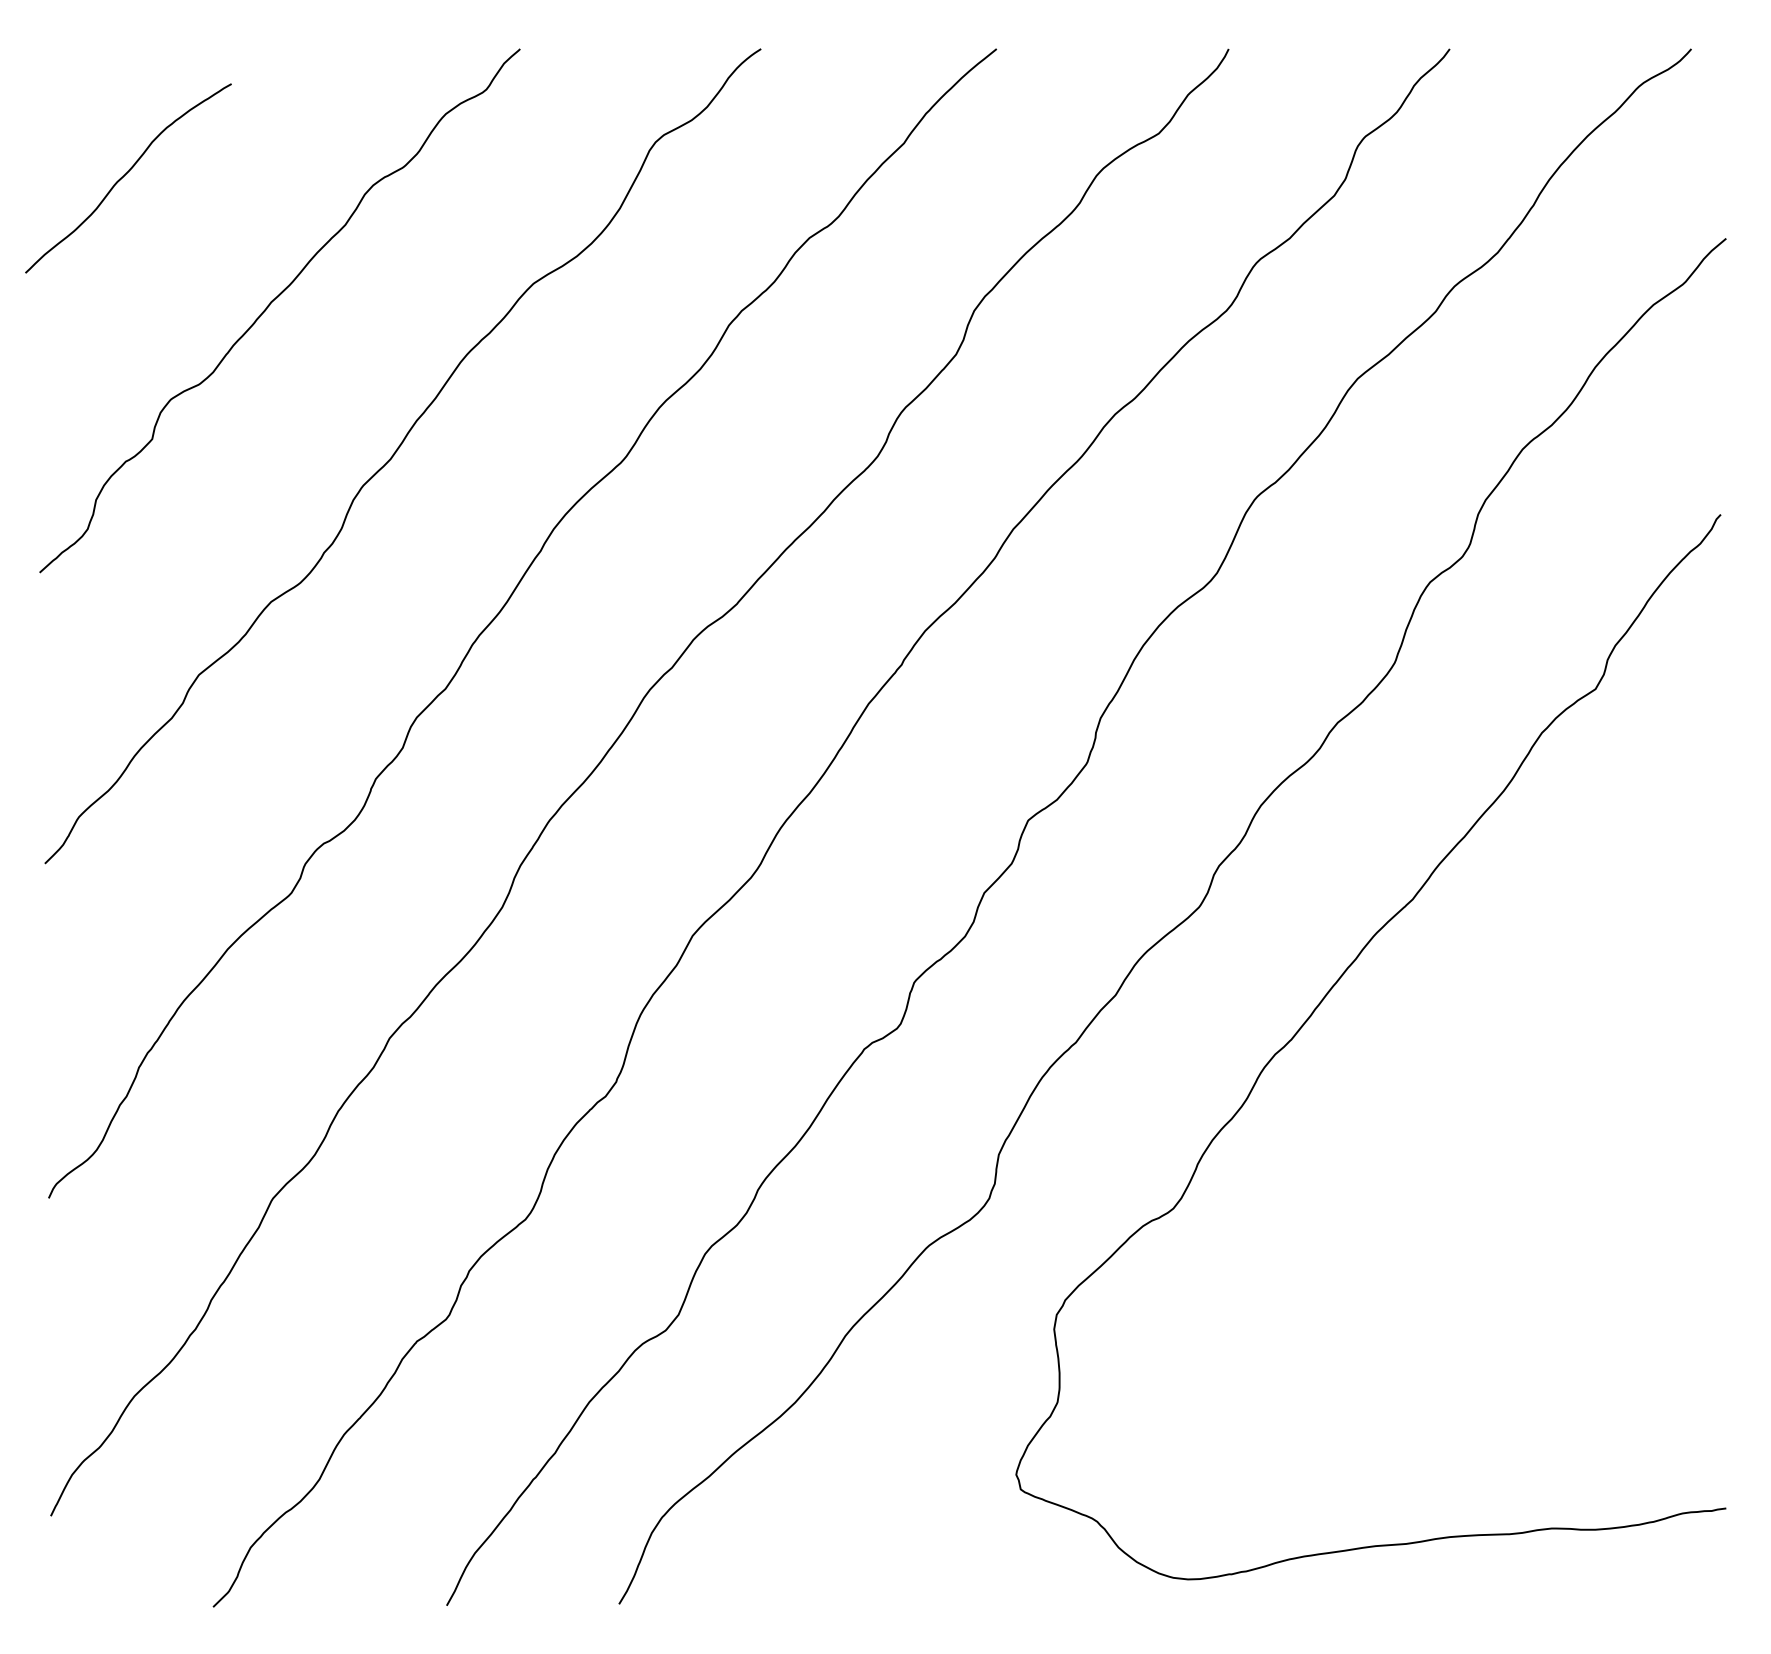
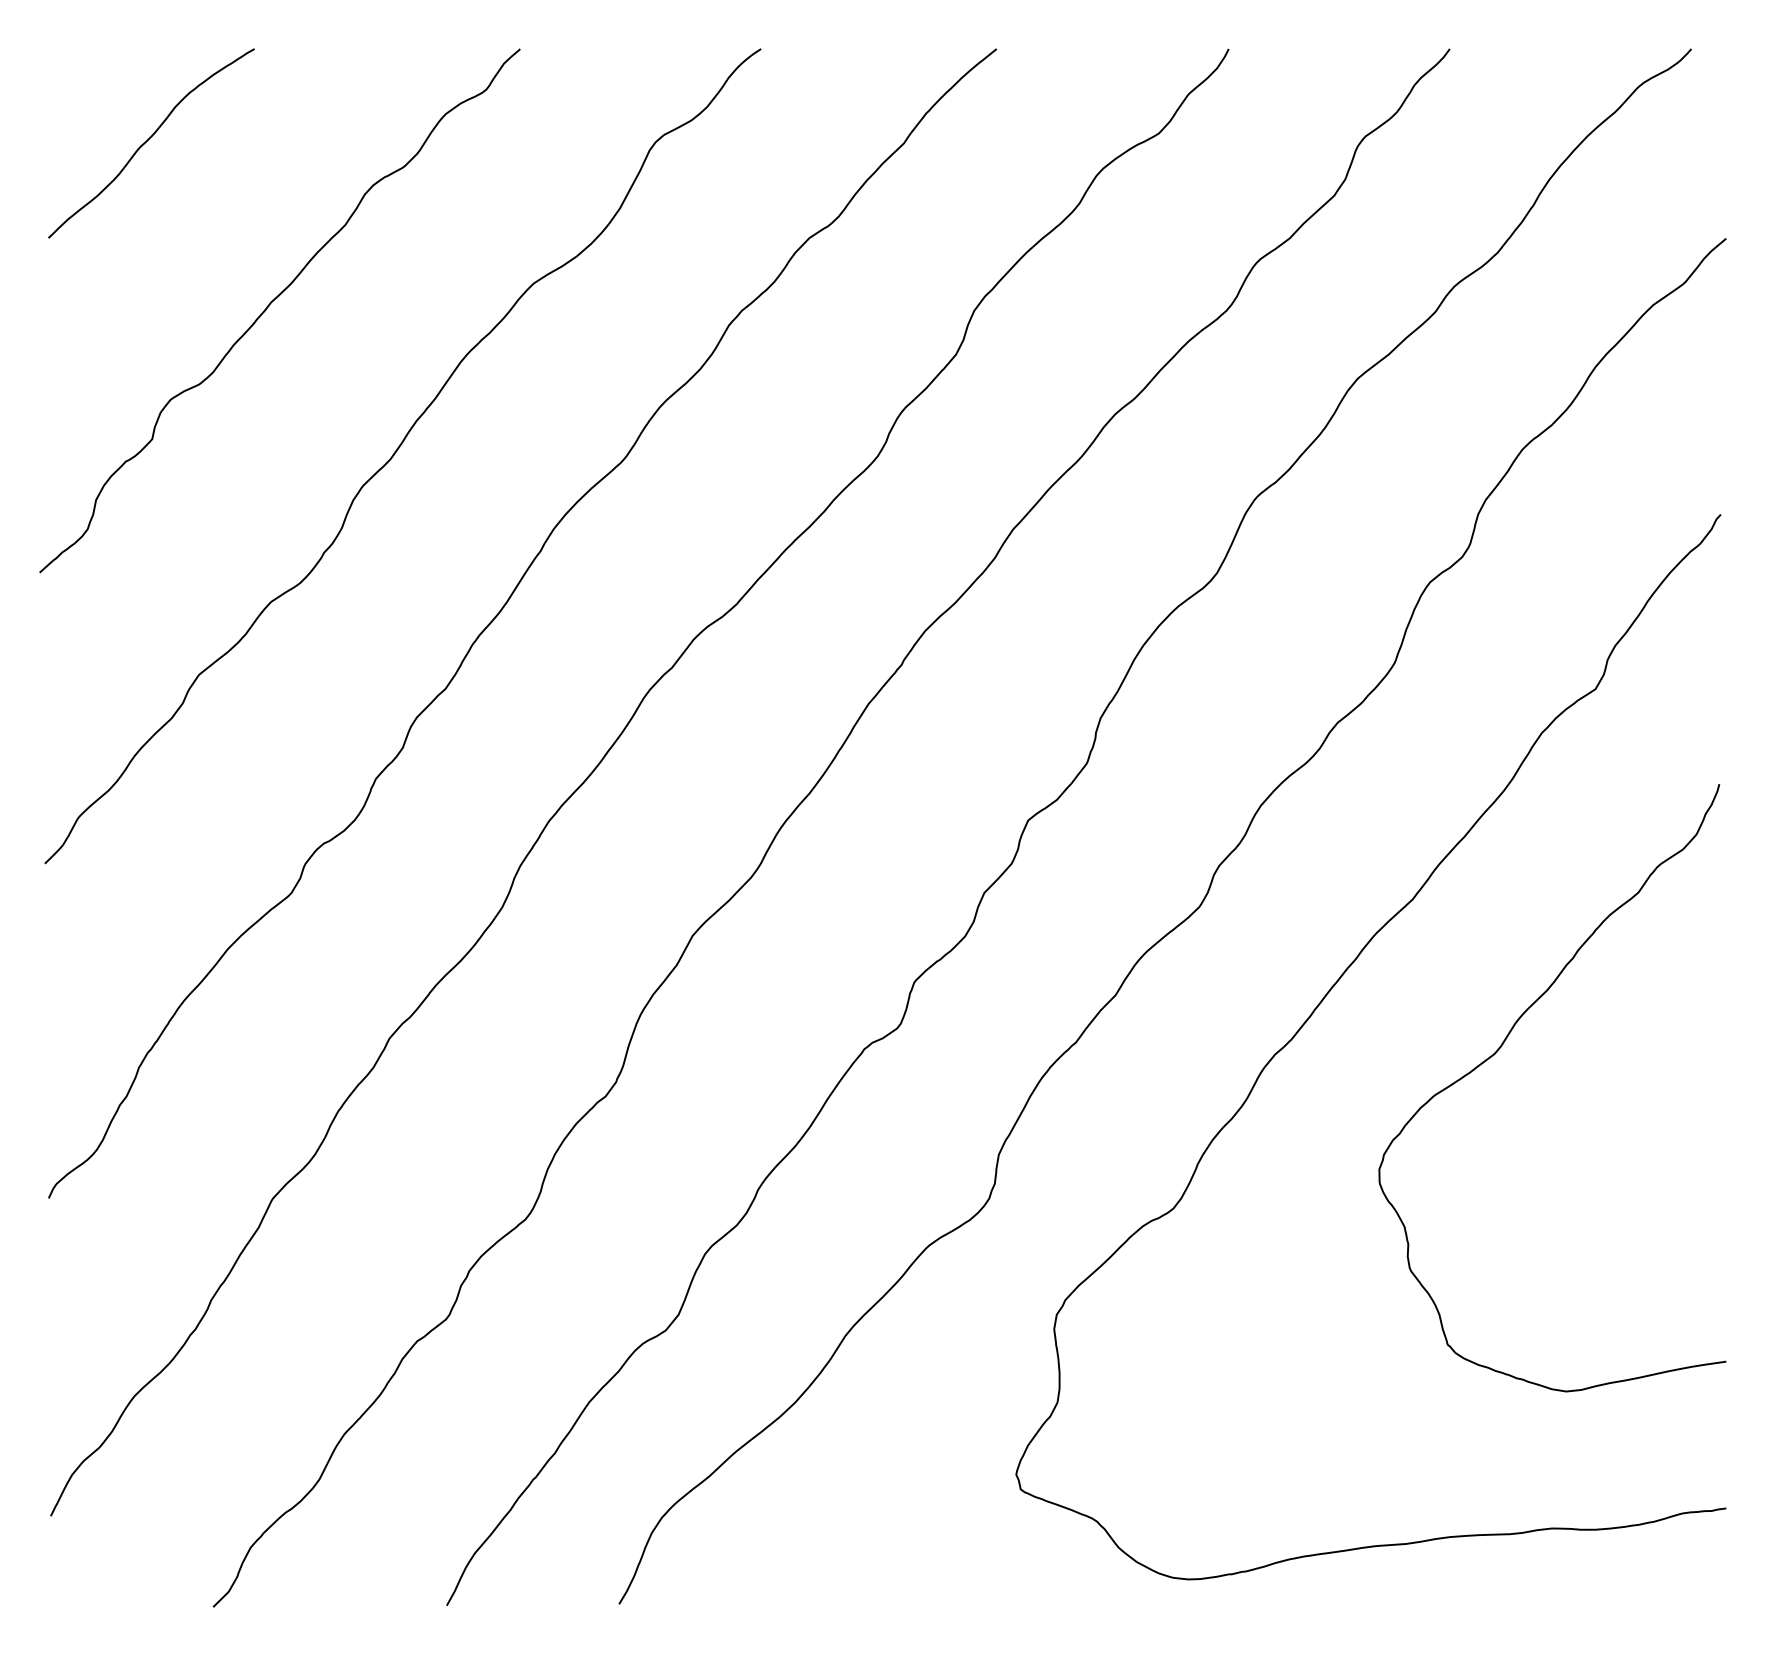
curve at (125, 175) position: (125, 175) -> (148, 140)
curve at (1502, 1046): none -> present
